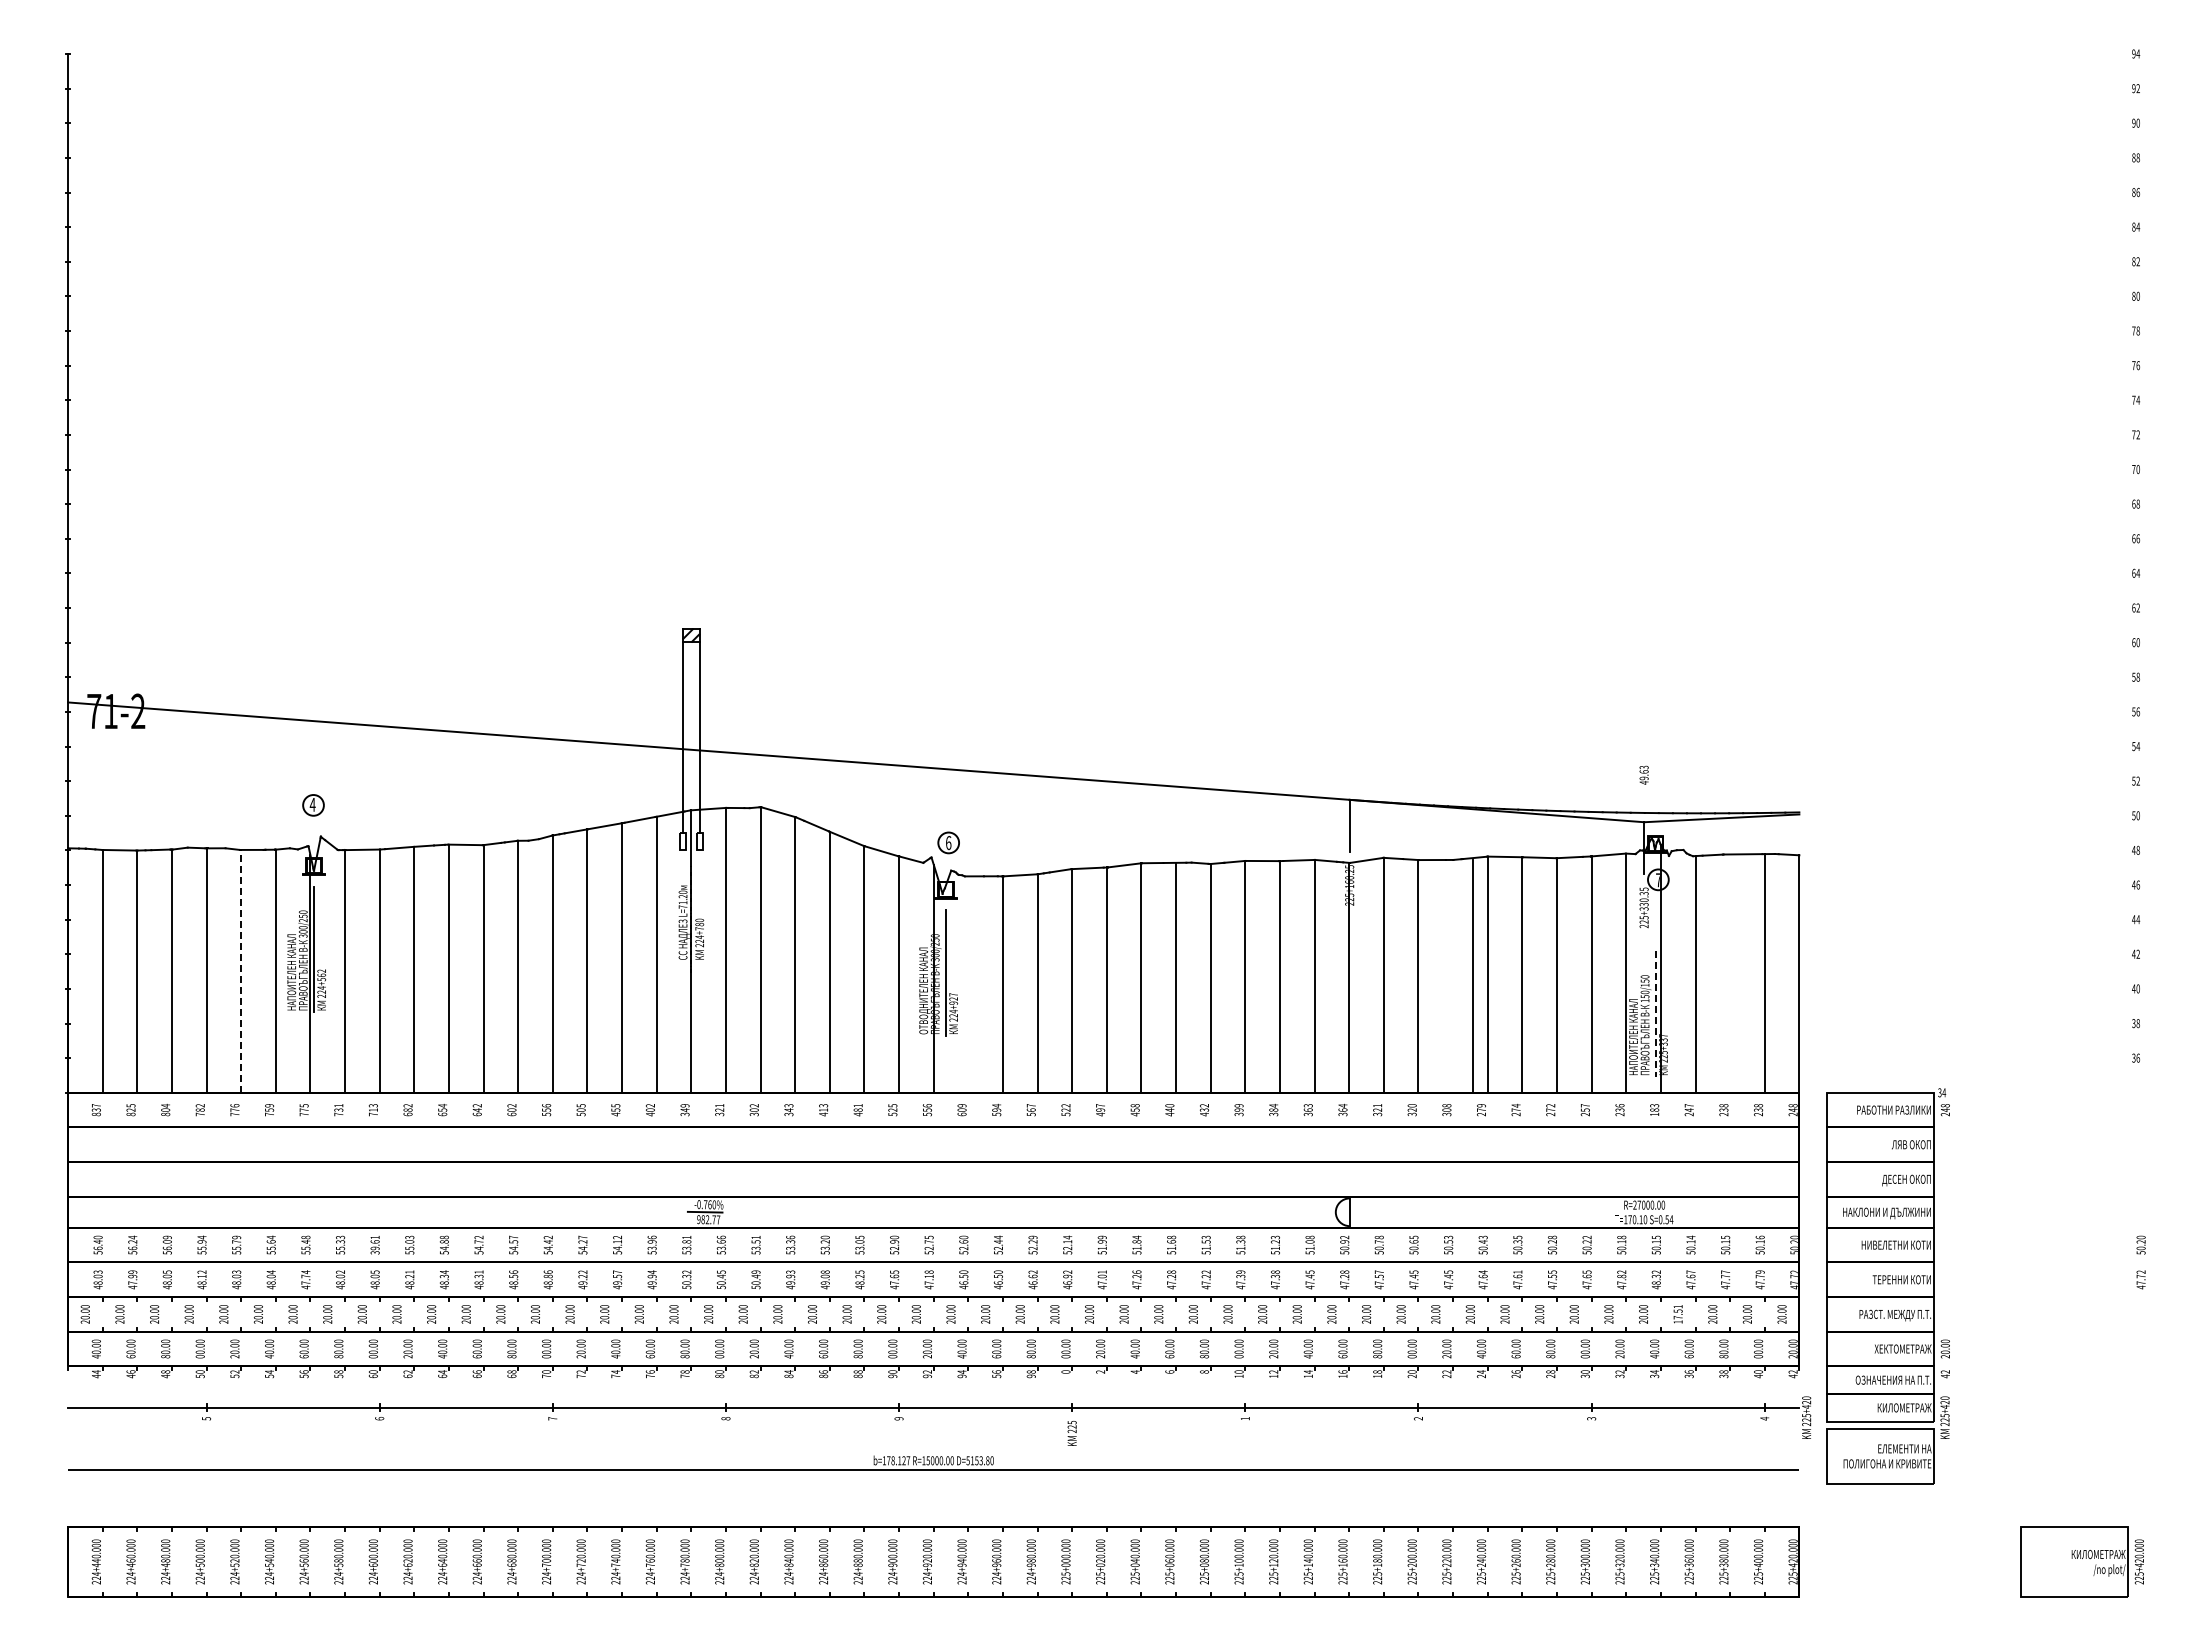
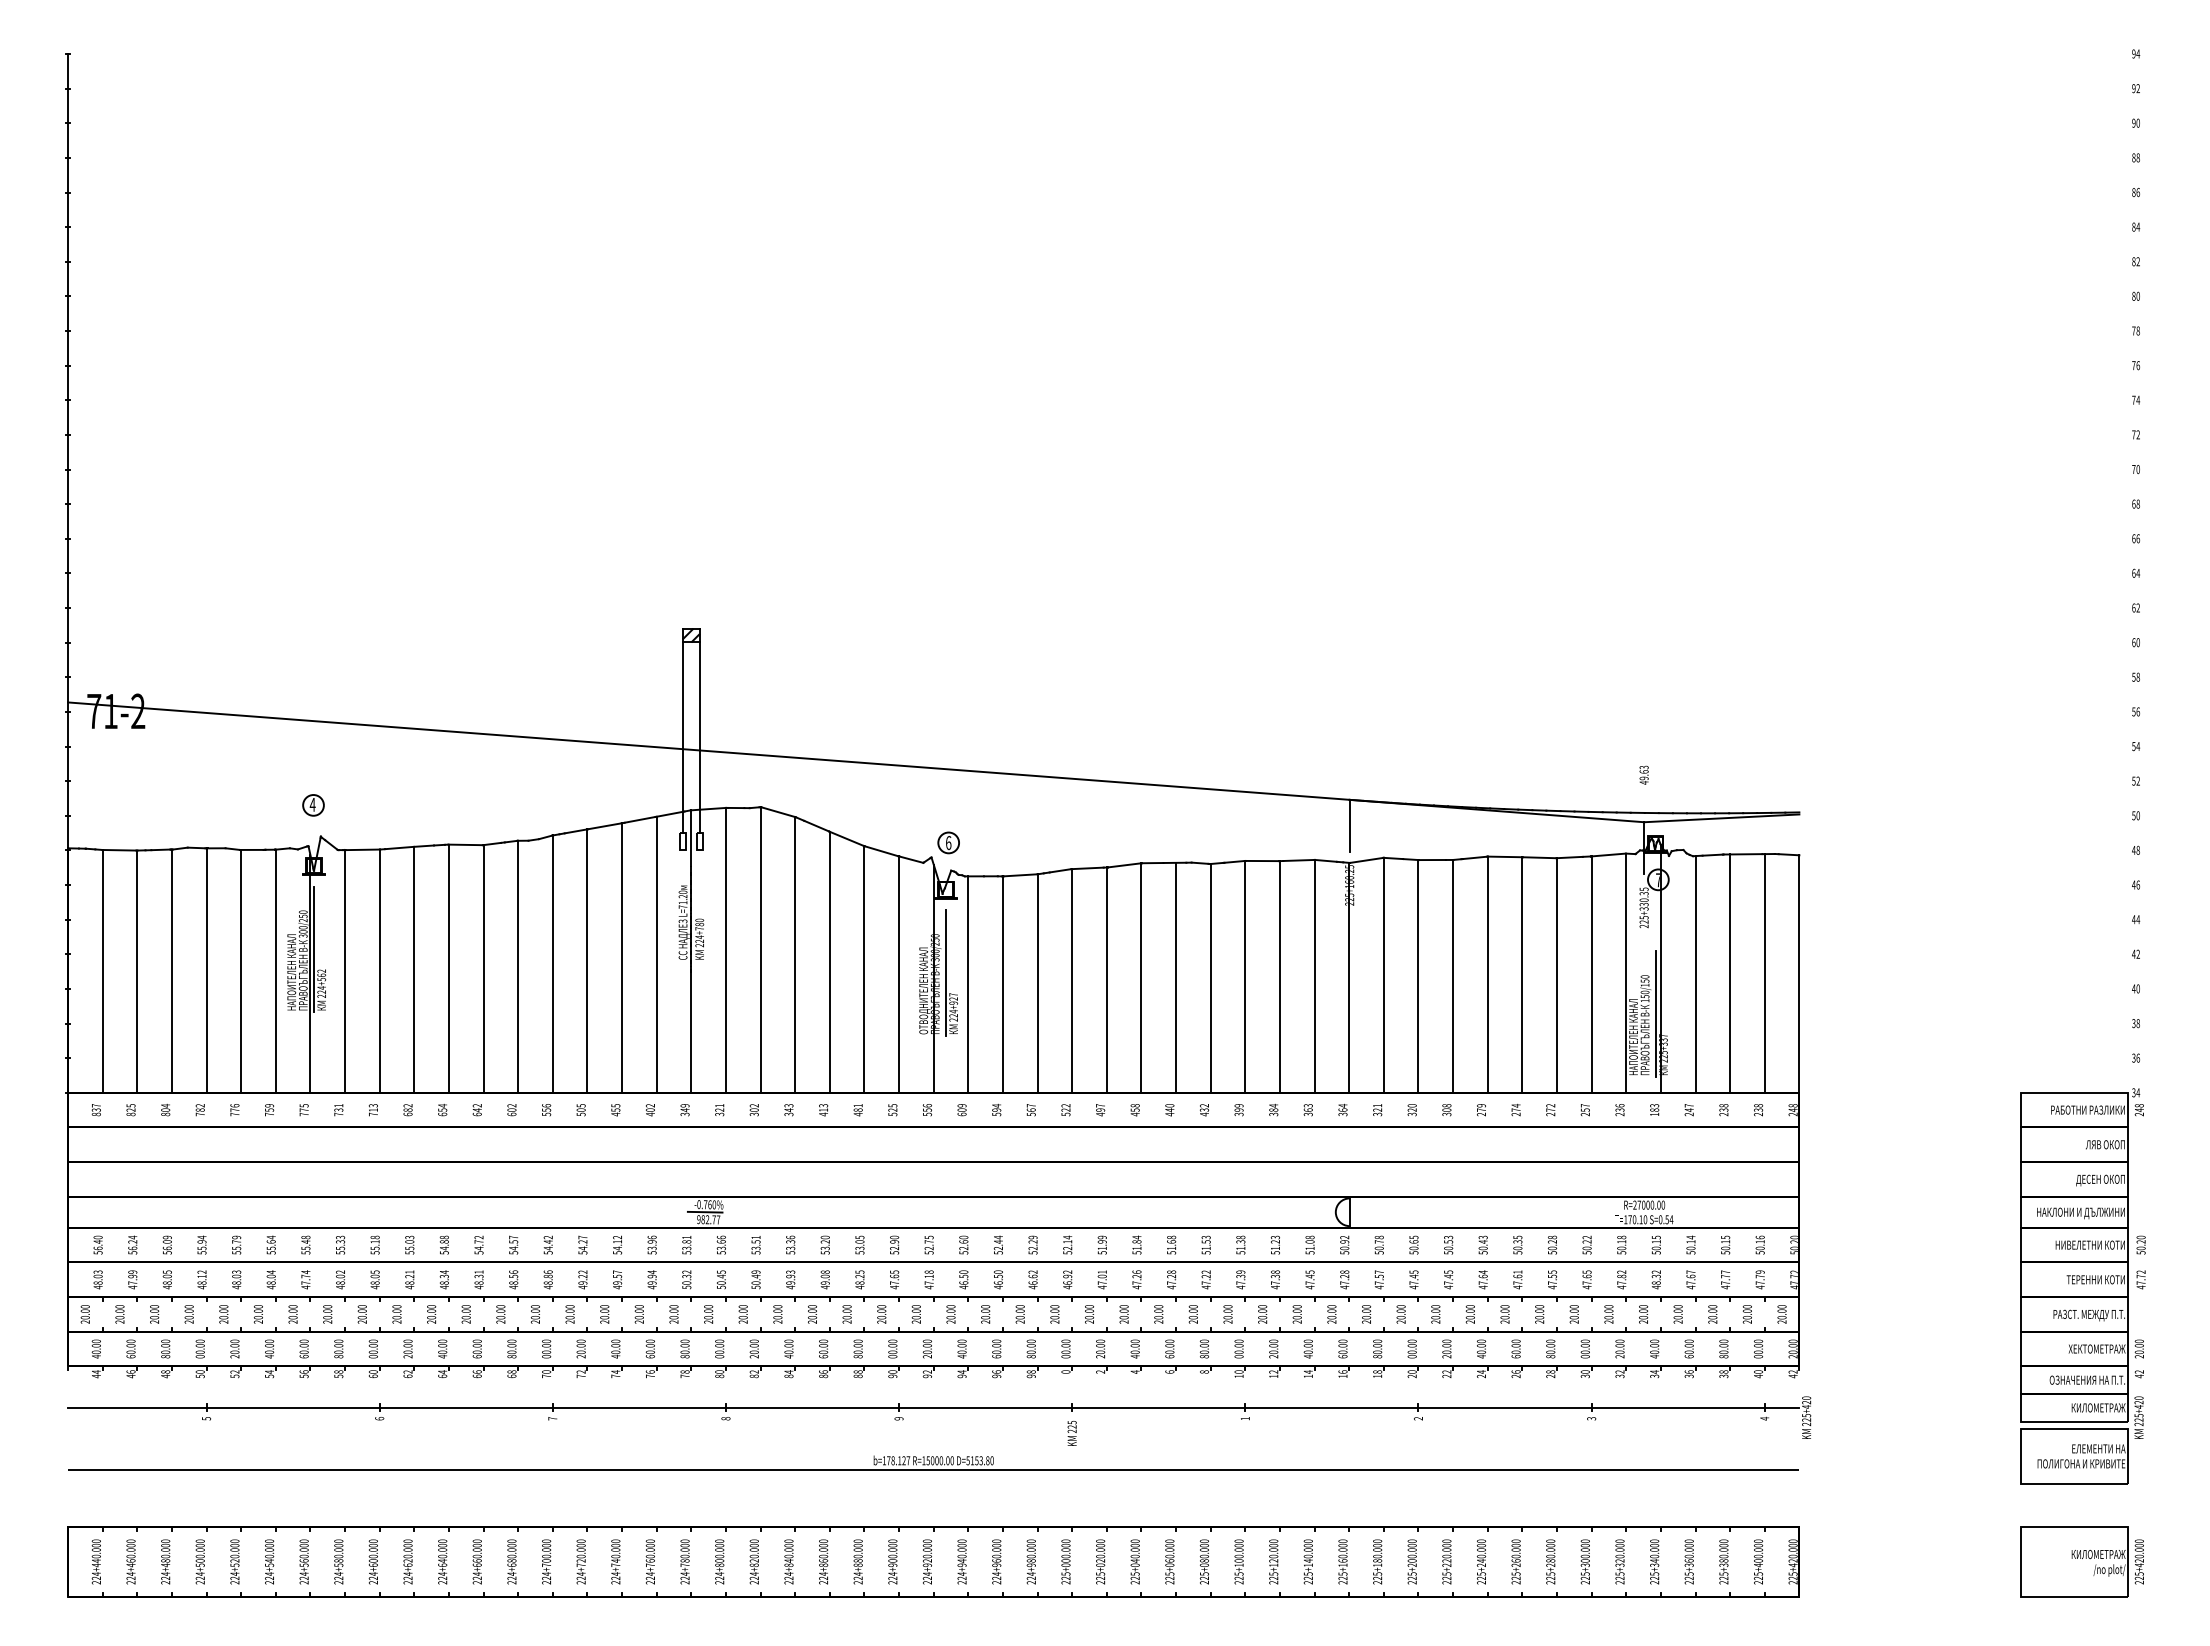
line at (241, 970): dashed -> solid
line at (1730, 973): none -> present
line at (1473, 975) position: (1473, 975) -> (1453, 975)
line at (968, 984): none -> present
line at (1655, 1013): dashed -> solid
text at (374, 1244): 39.61 -> 55.18
part at (1887, 1286) position: (1887, 1286) -> (2081, 1286)
text at (1677, 1314): 17.51 -> 20.00
text at (996, 1376): 56 -> 96
